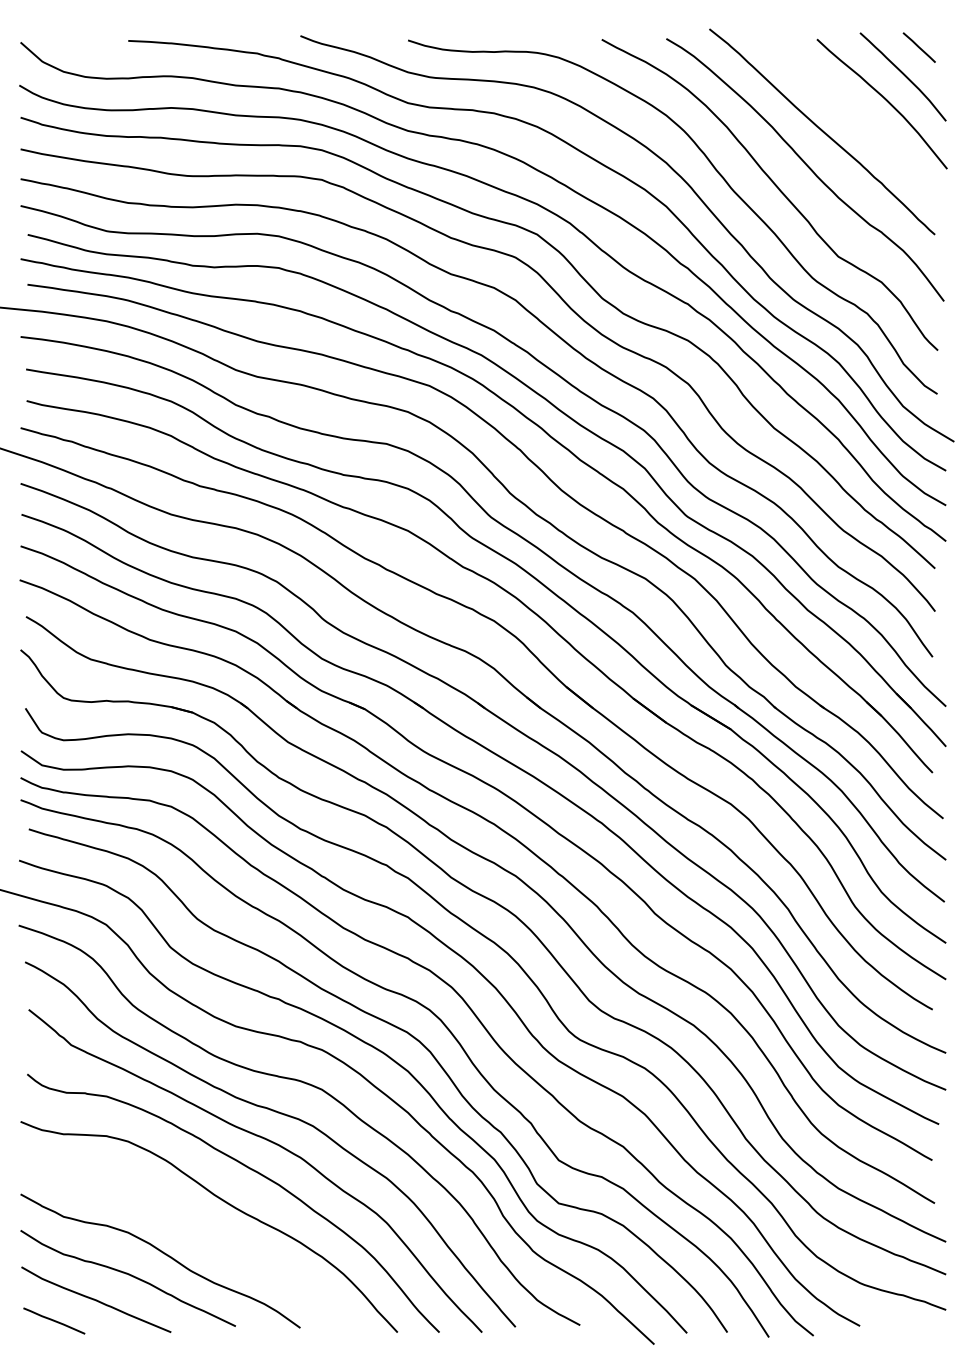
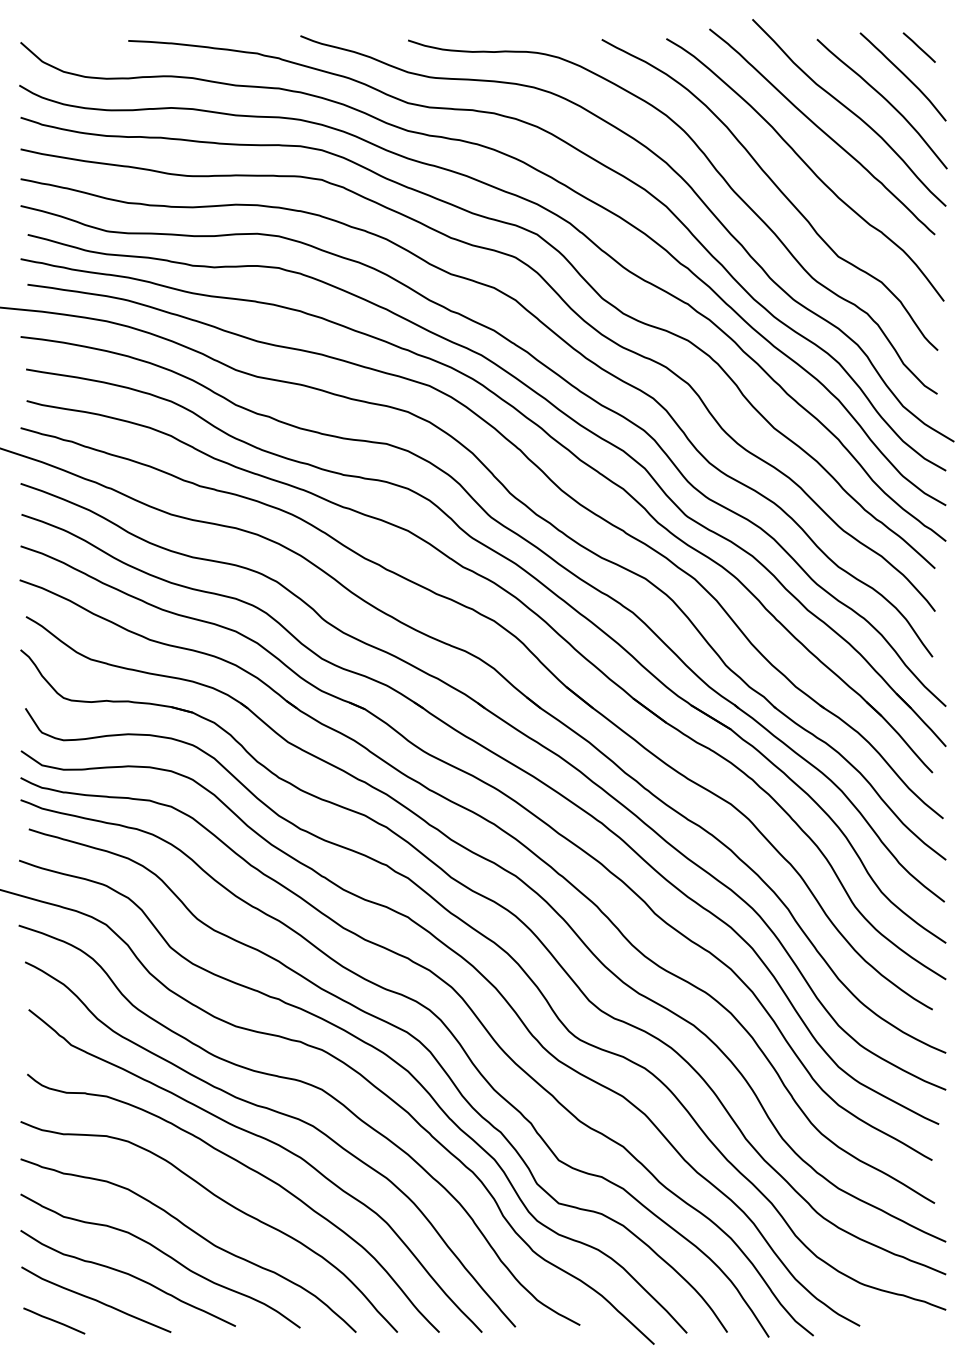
curve at (849, 111): none -> present
curve at (197, 1235): none -> present
